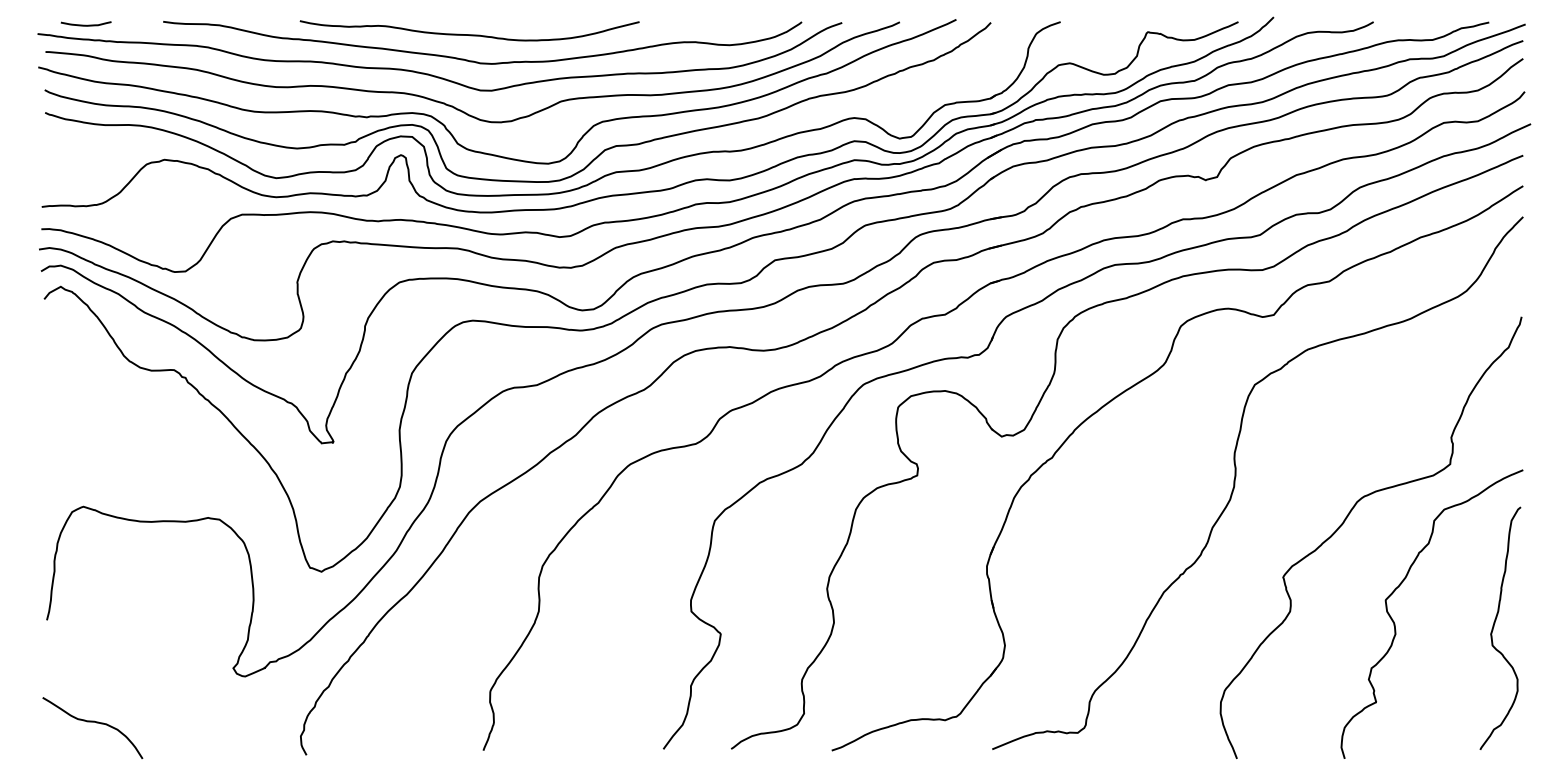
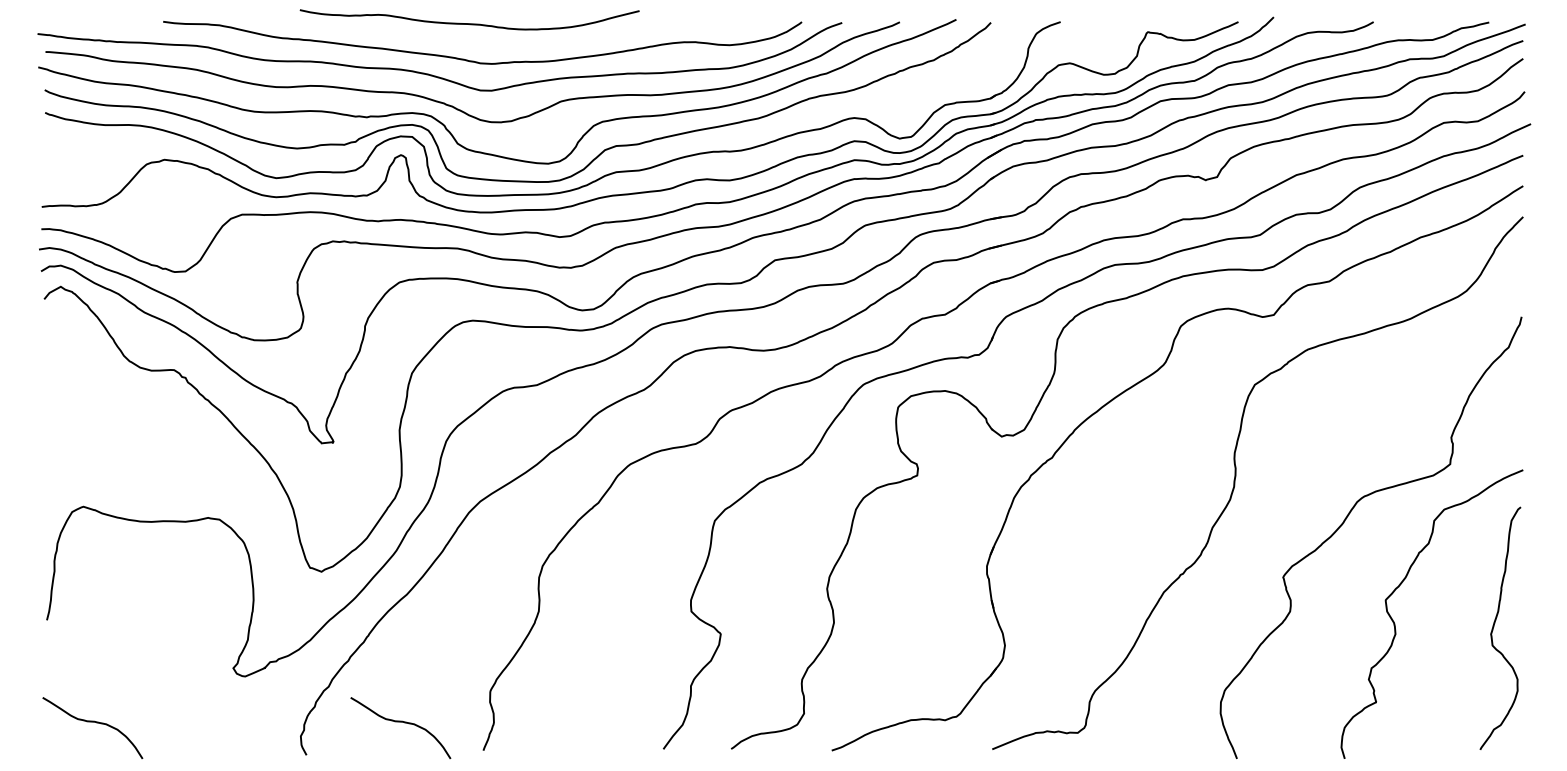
curve at (85, 24): present -> none
curve at (469, 34) position: (469, 34) -> (469, 23)
curve at (400, 722): none -> present
